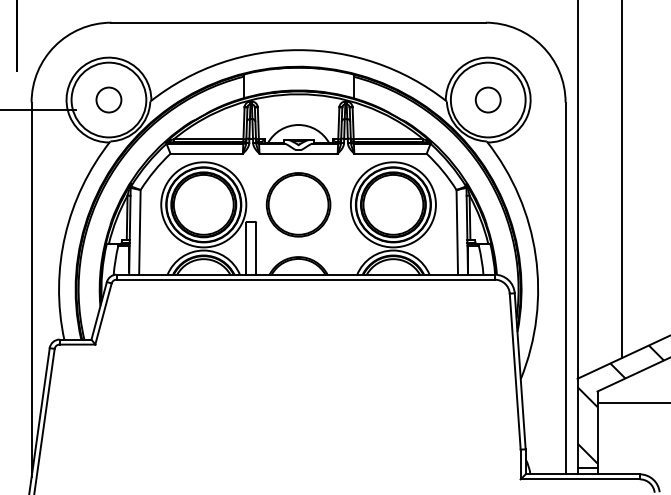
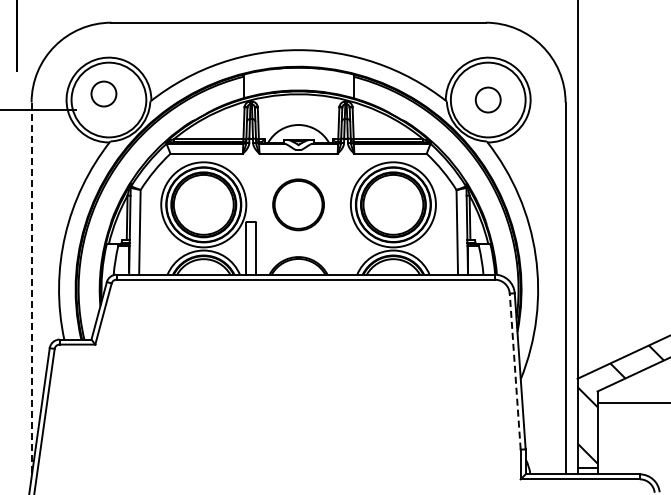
circle at (108, 99) position: (108, 99) -> (103, 93)
line at (622, 179): present -> none
part at (298, 204) size: 67x66 px -> 53x54 px
line at (31, 290): solid -> dashed
line at (515, 371): solid -> dashed
